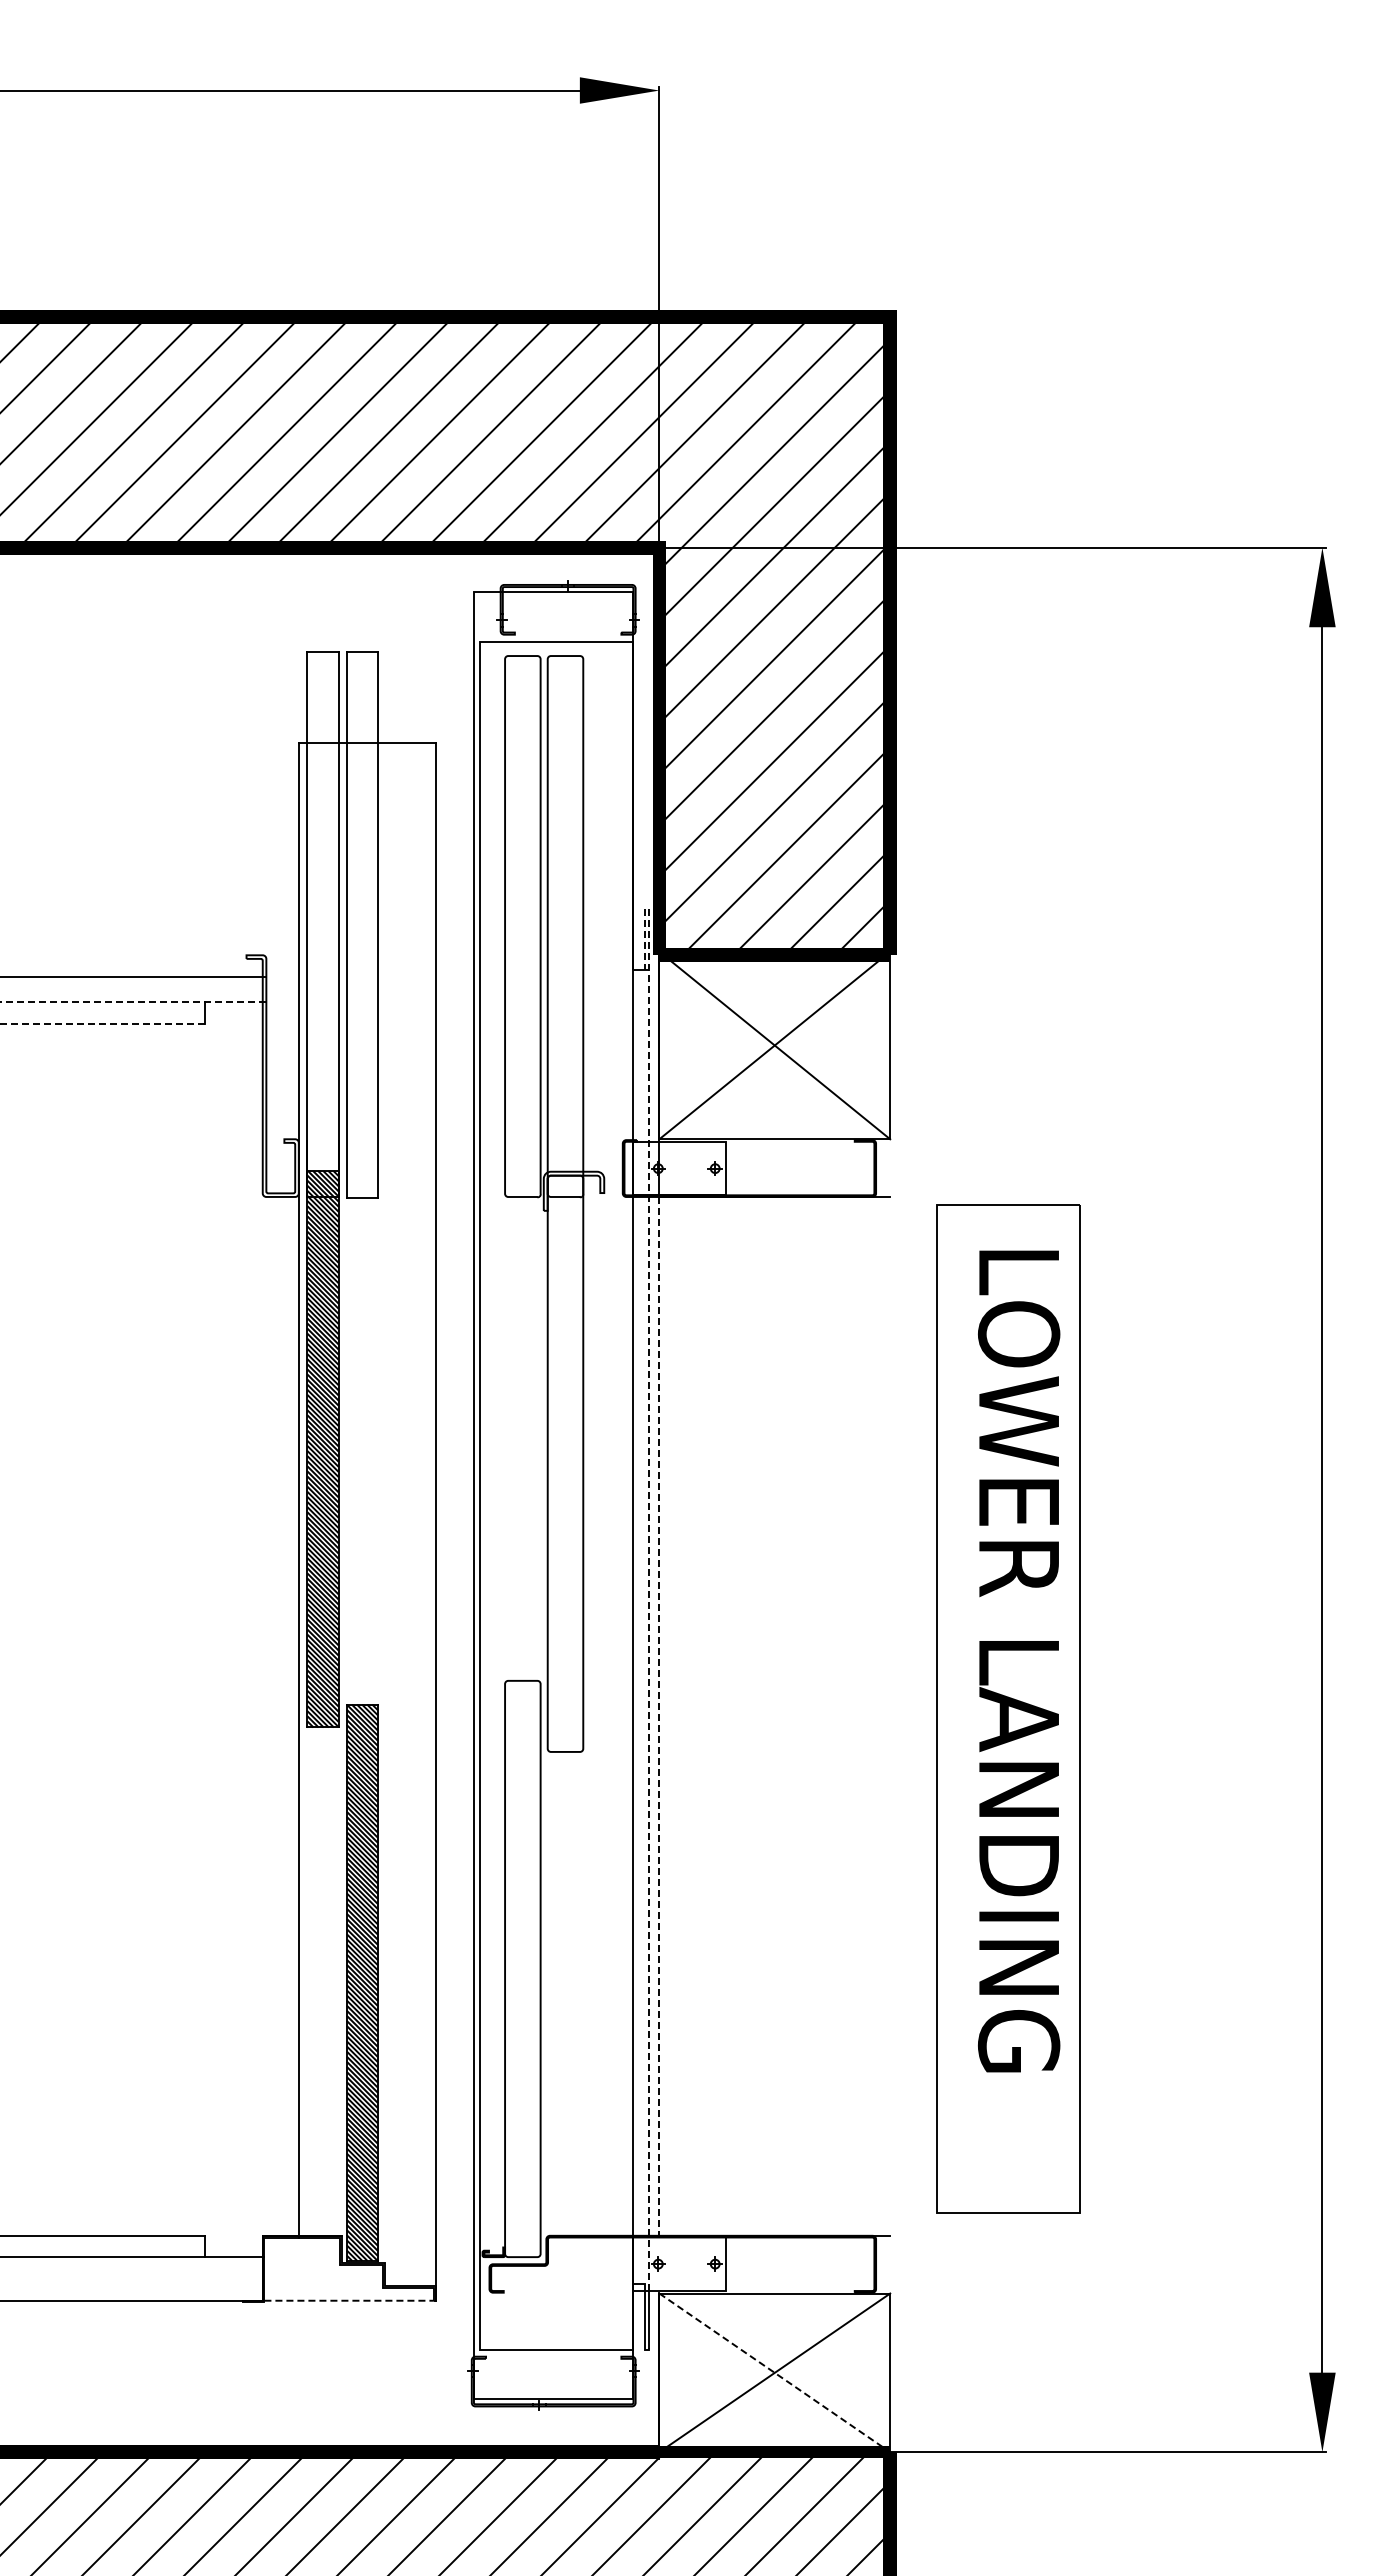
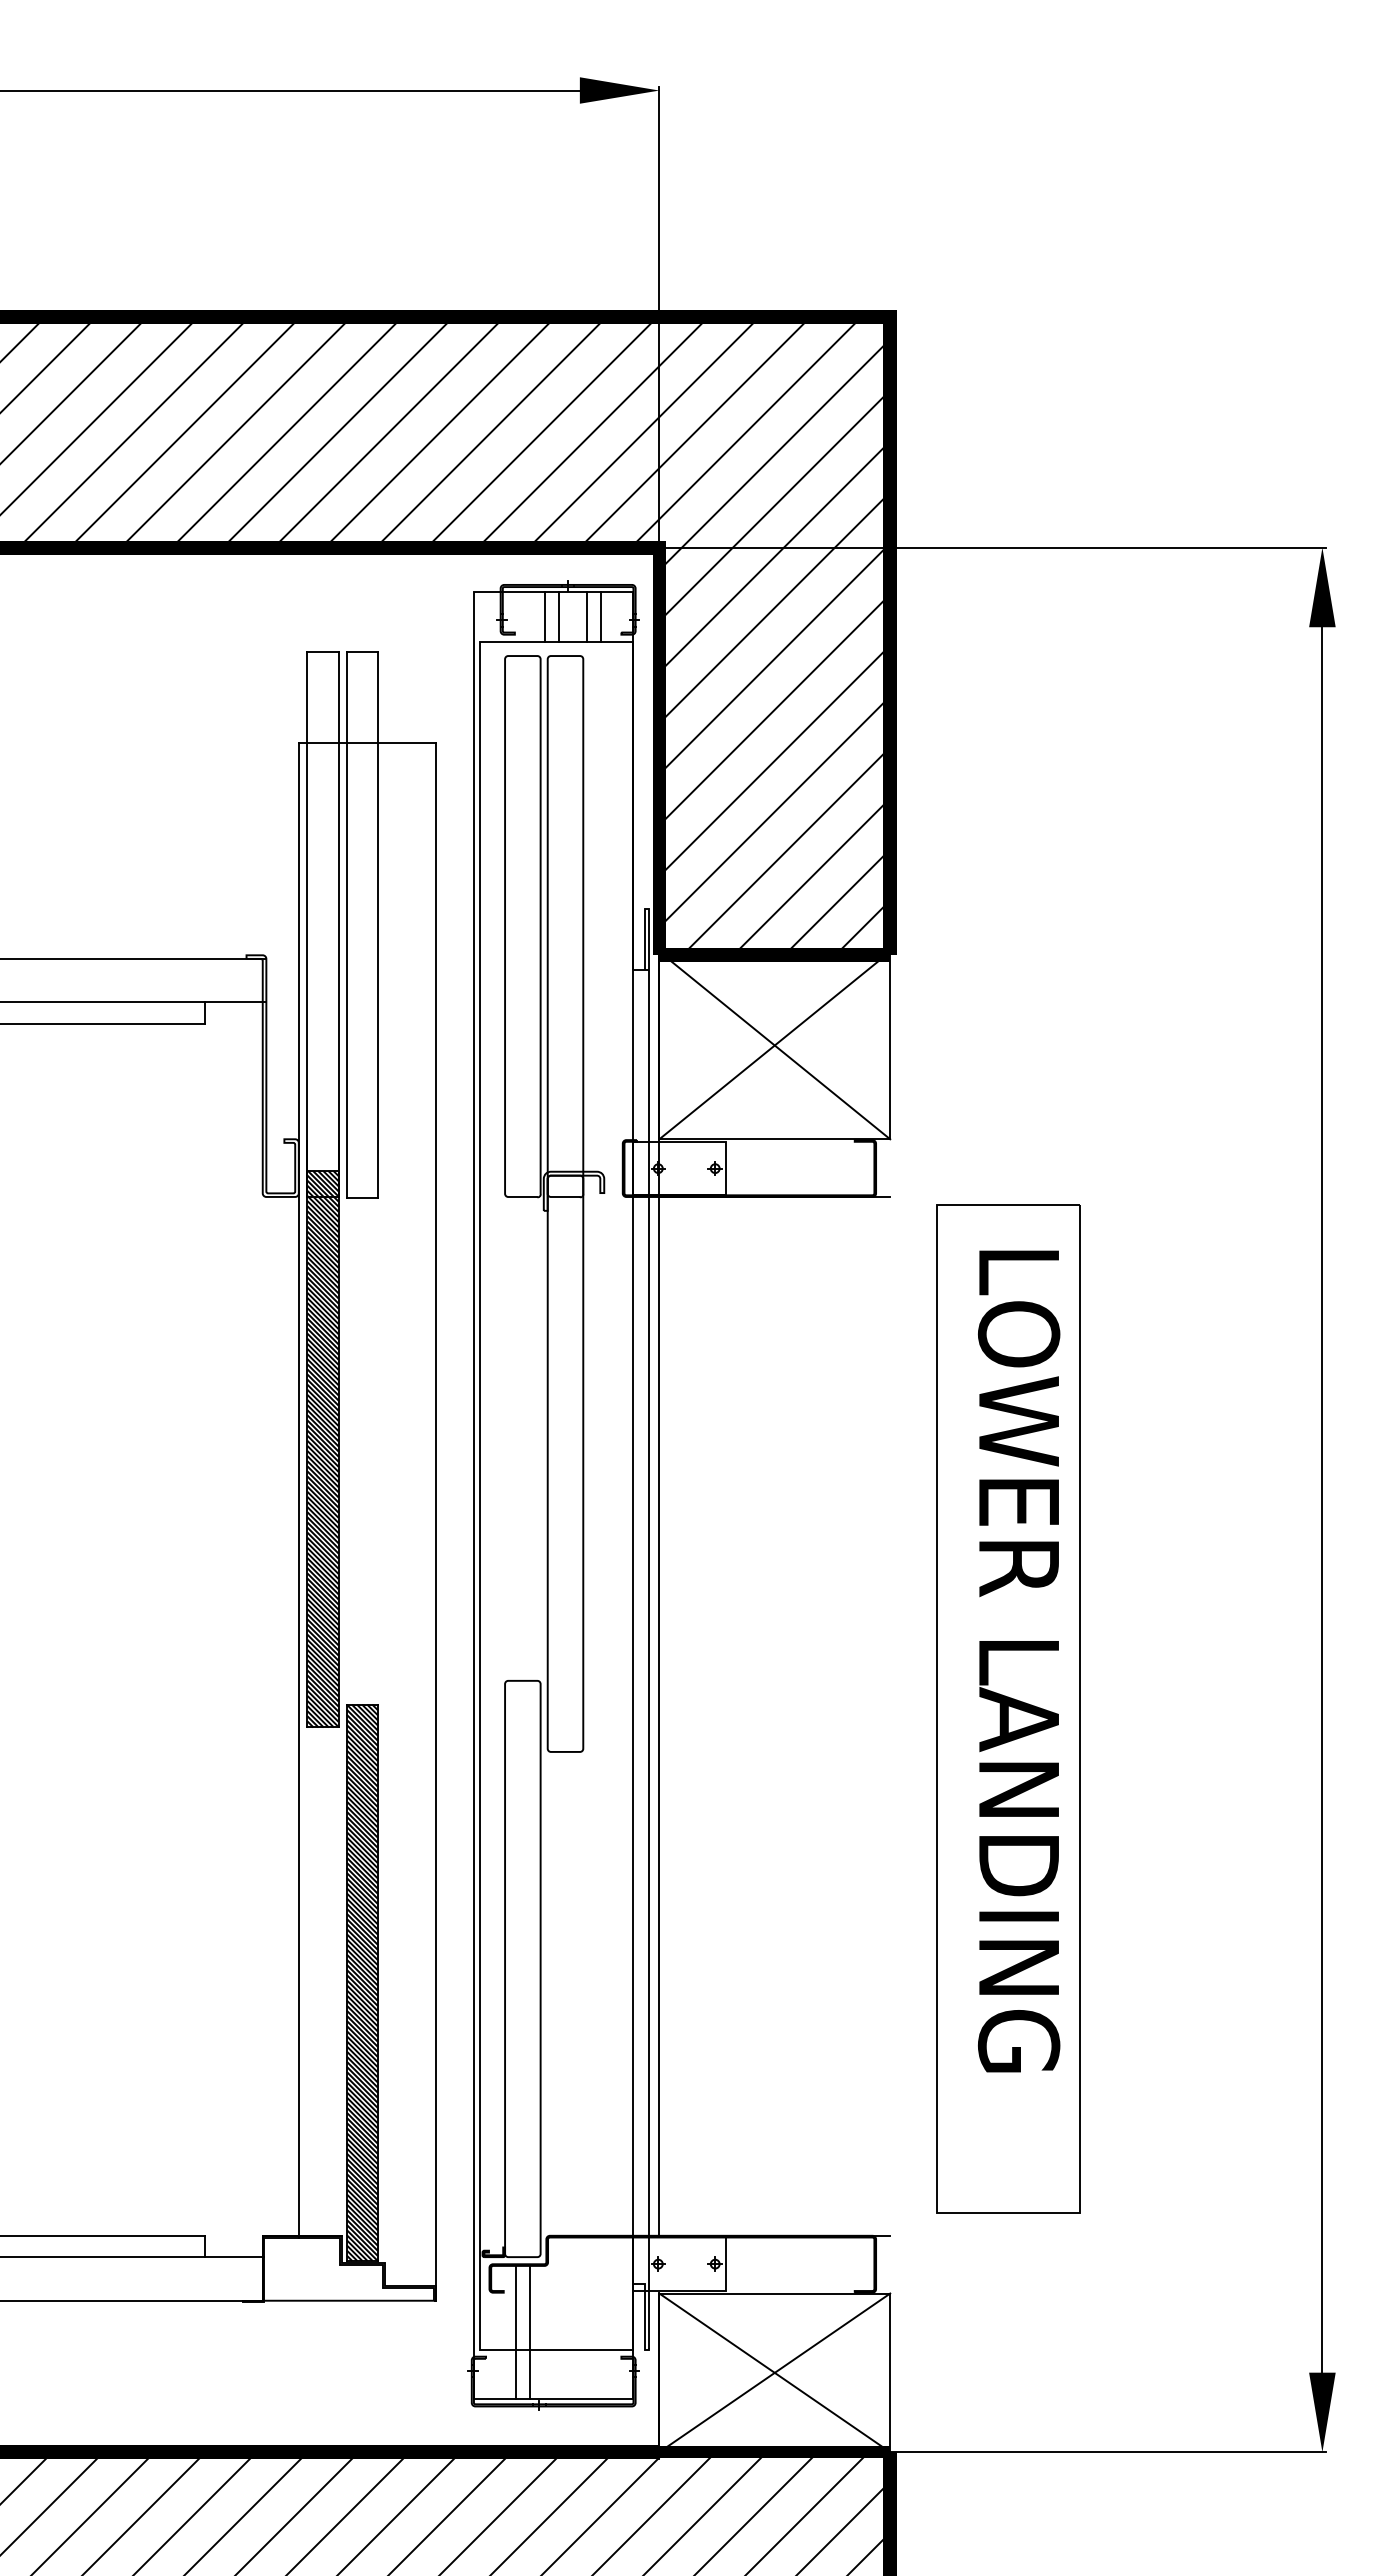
line at (544, 616): none -> present
line at (558, 616): none -> present
line at (587, 616): none -> present
line at (601, 616): none -> present
line at (134, 976) position: (134, 976) -> (134, 958)
line at (133, 1002): dashed -> solid
line at (102, 1023): dashed -> solid
line at (649, 1566): dashed -> solid
line at (659, 1716): dashed -> solid
line at (349, 2300): dashed -> solid
line at (515, 2332): none -> present
line at (529, 2332): none -> present
line at (775, 2373): dashed -> solid
